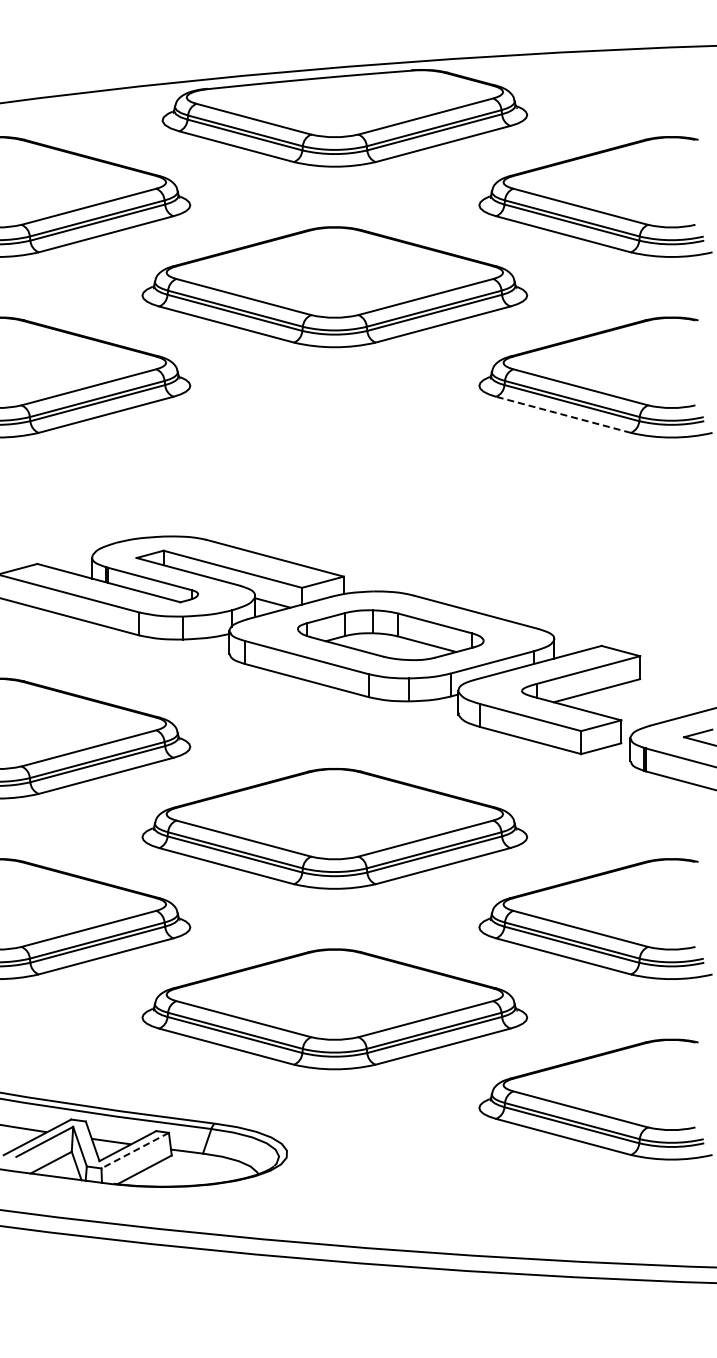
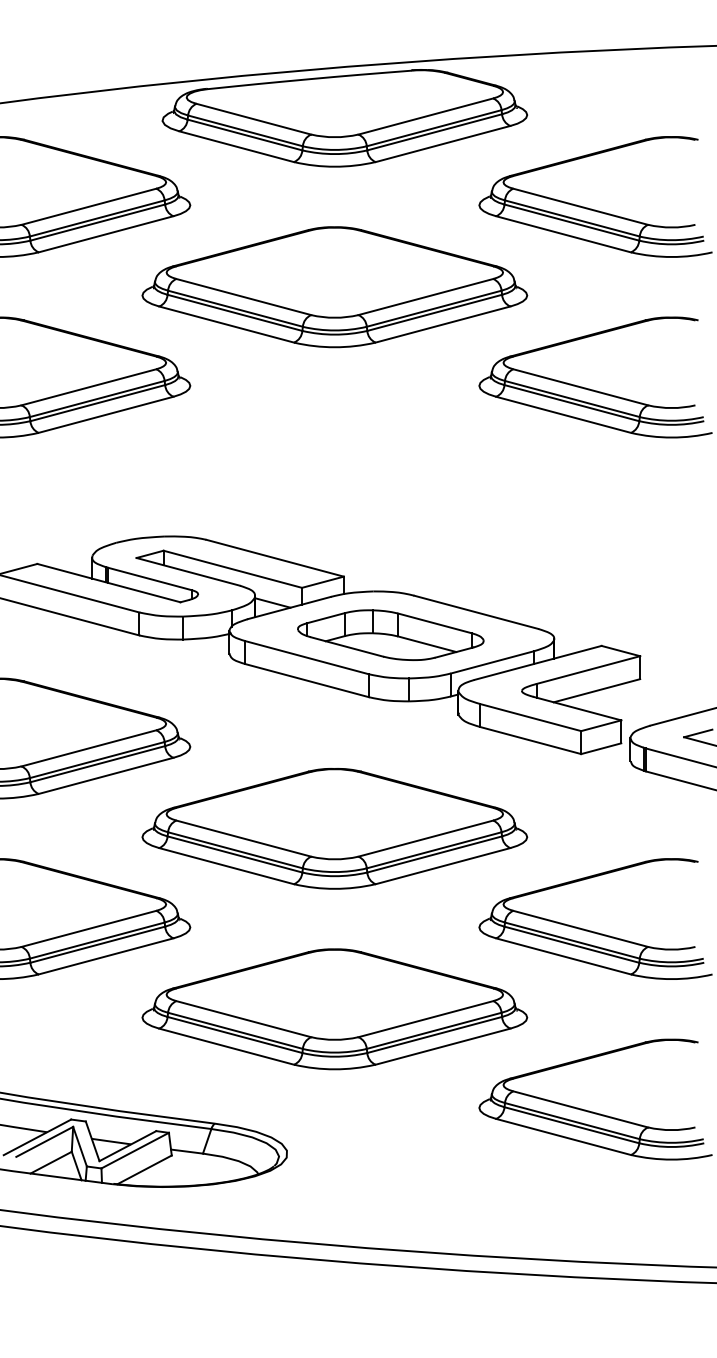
line at (563, 414): dashed -> solid
line at (134, 1150): dashed -> solid
